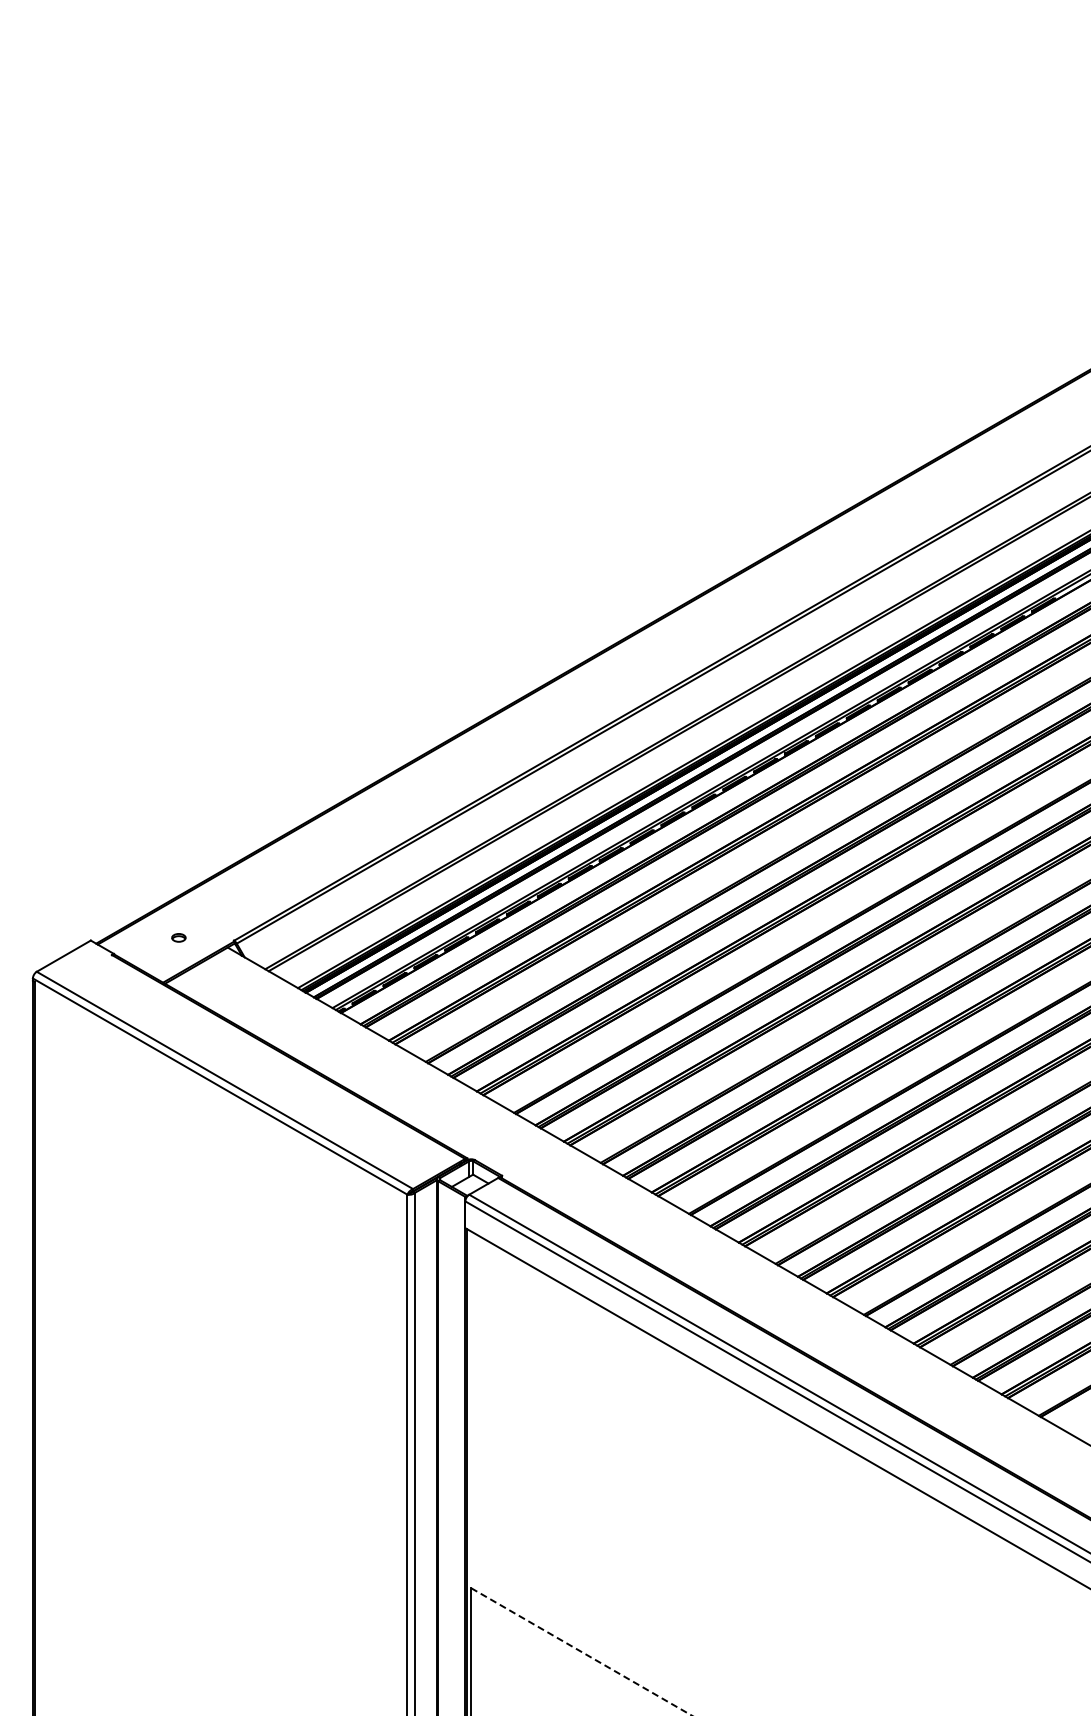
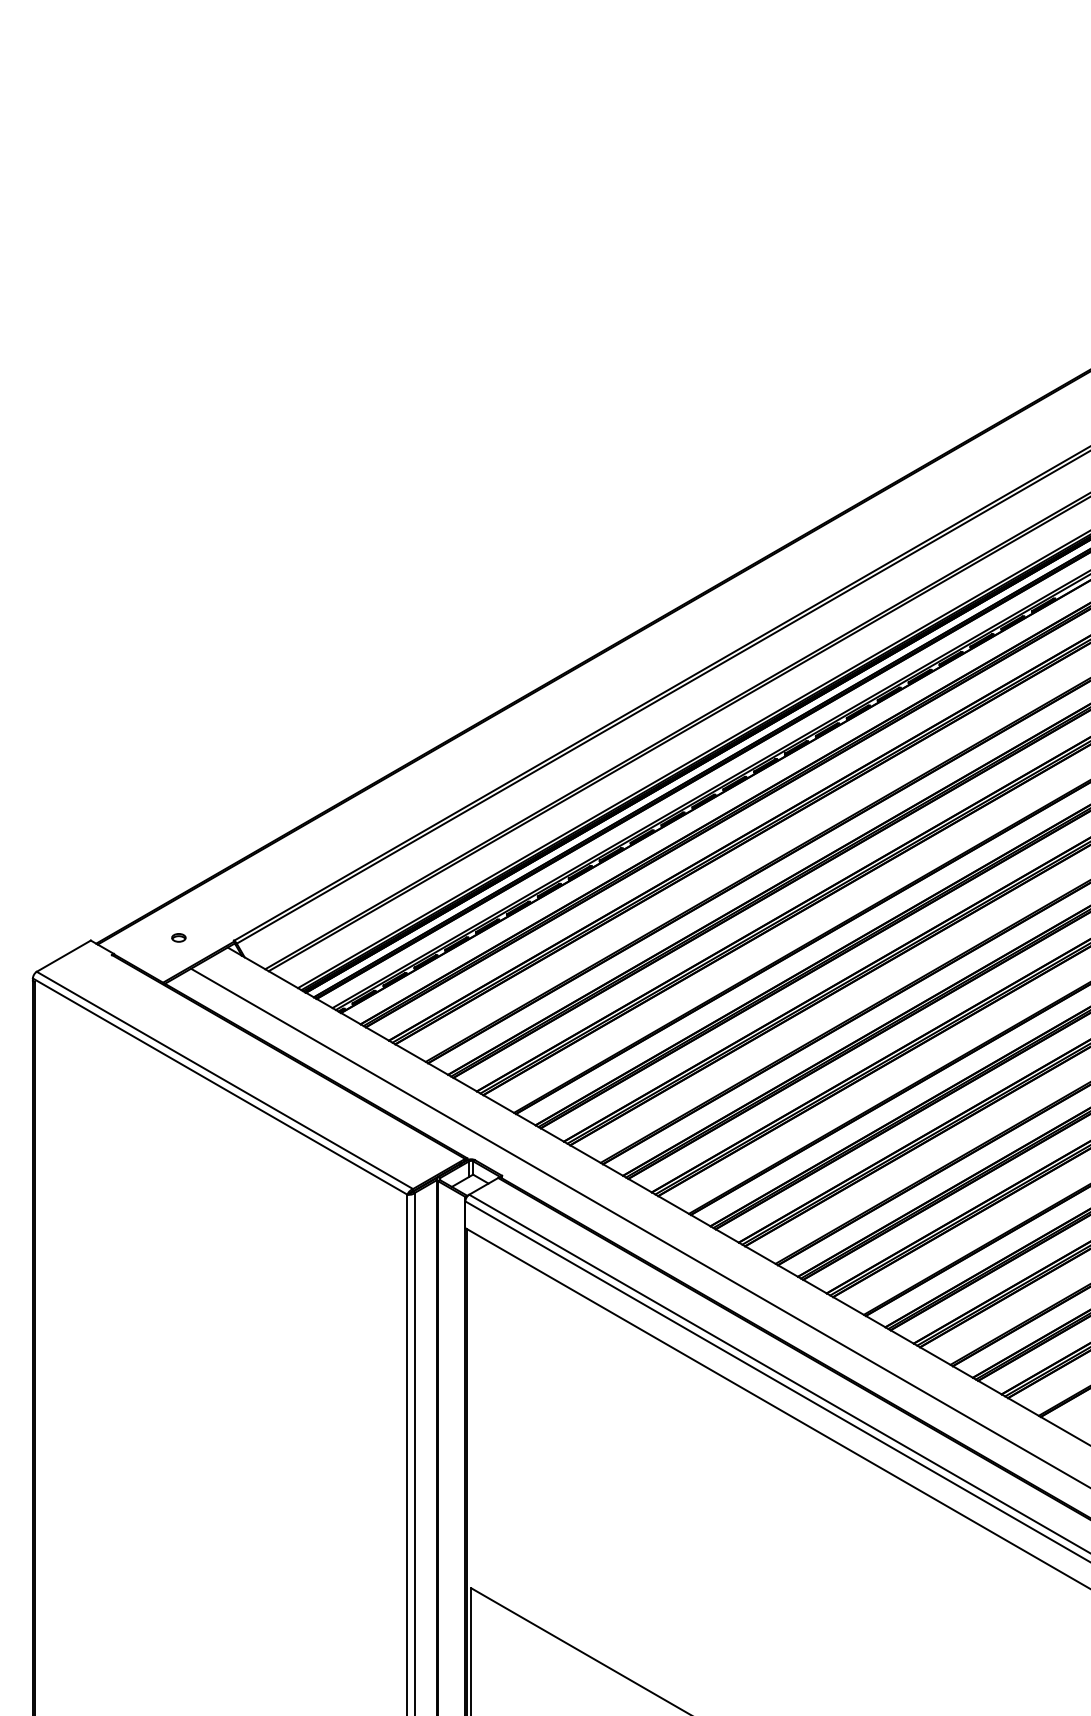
line at (639, 1227): none -> present
line at (582, 1652): dashed -> solid
